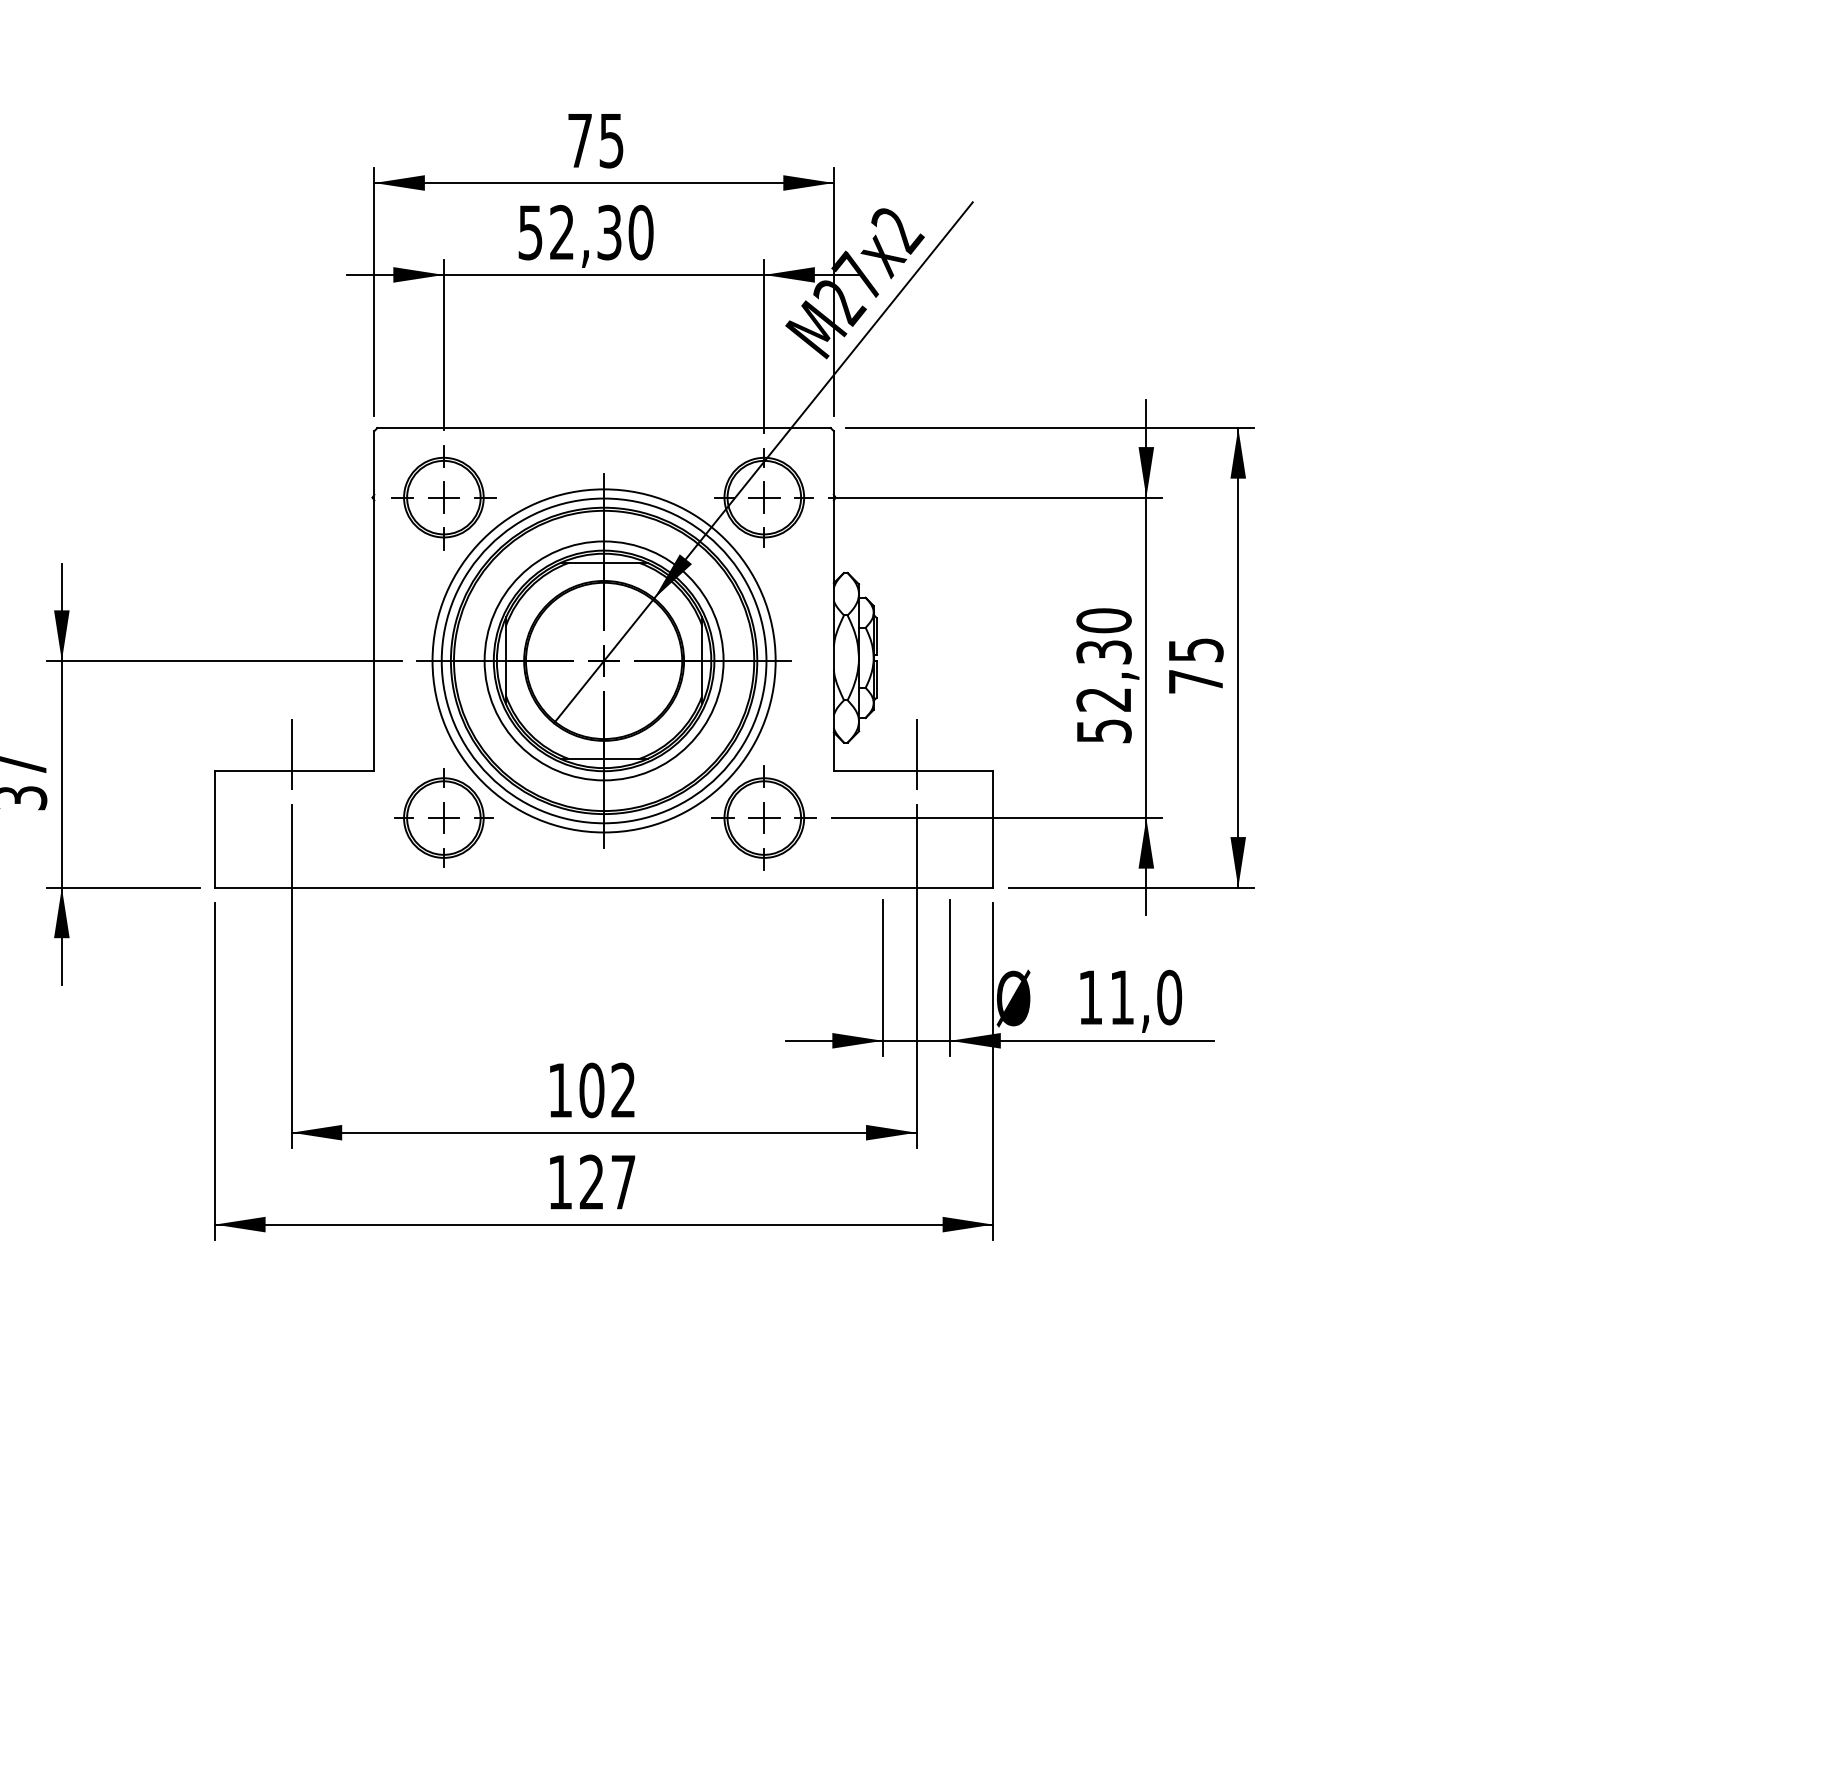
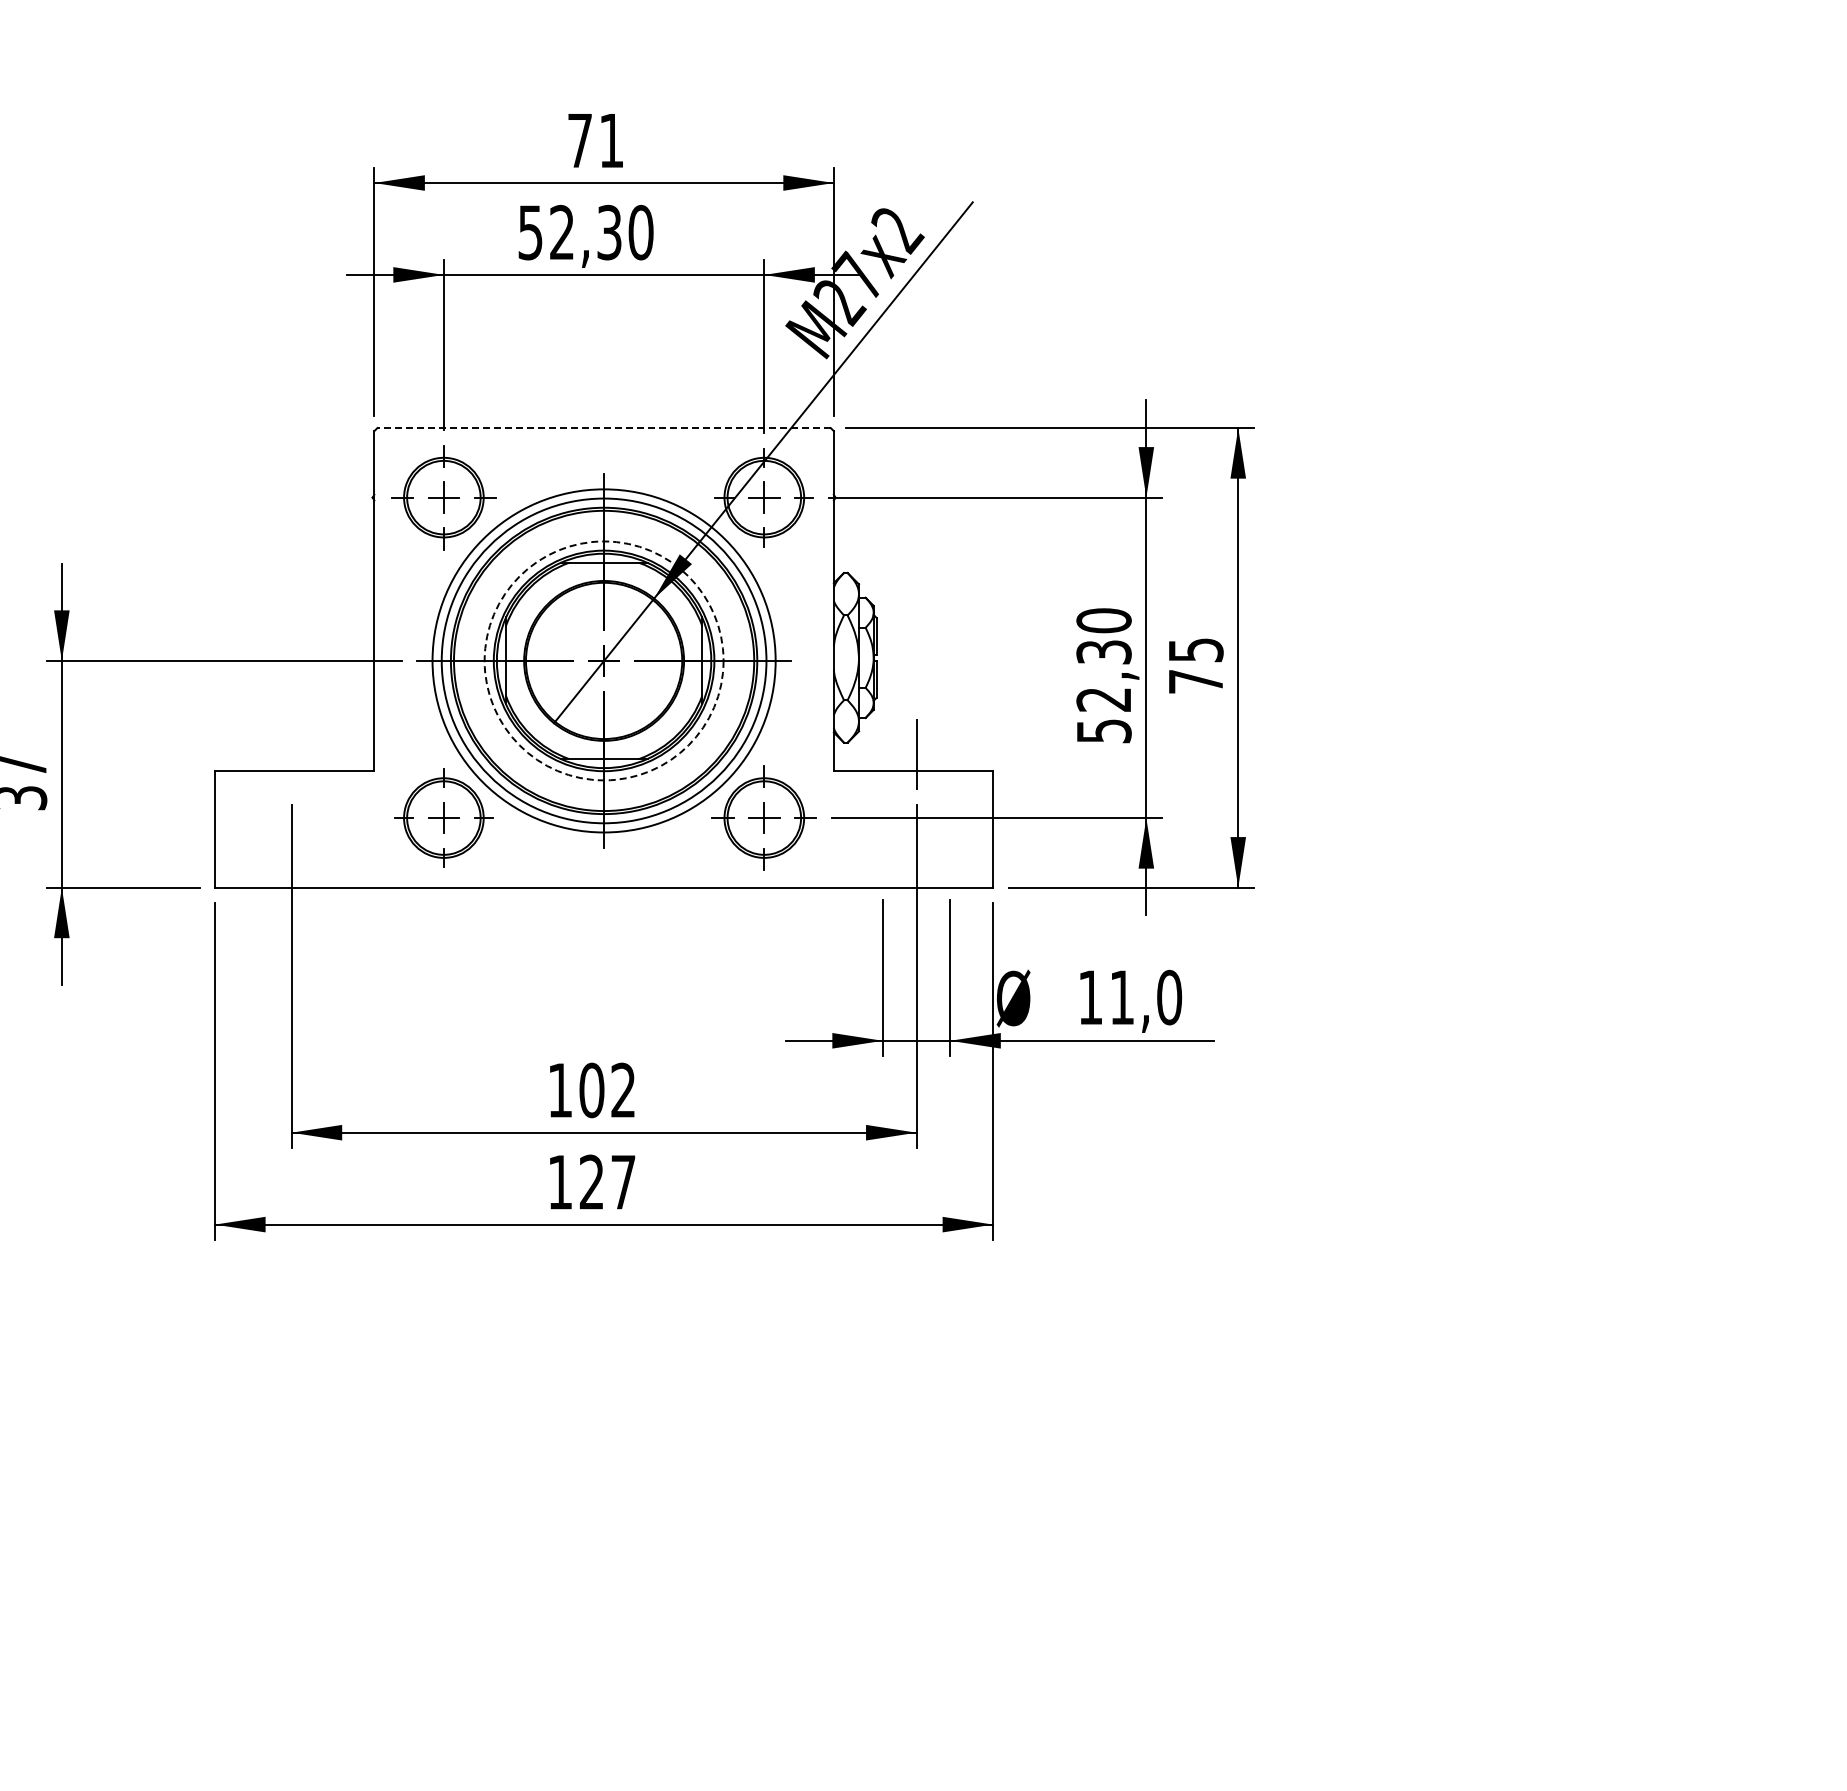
text at (611, 141): 75 -> 71
line at (604, 428): solid -> dashed
circle at (603, 660): solid -> dashed
line at (291, 754): present -> none
